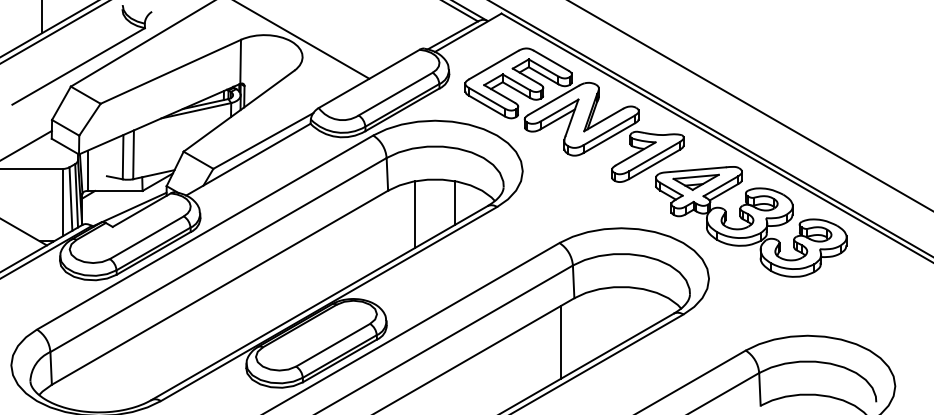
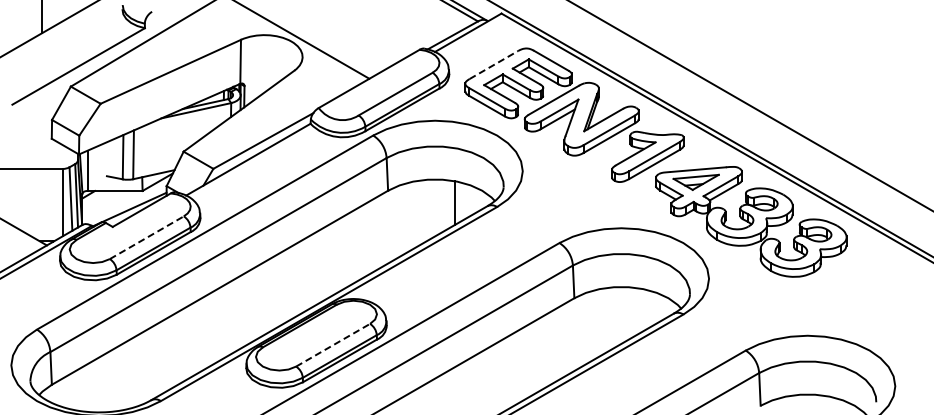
line at (54, 32): present -> none
line at (494, 64): solid -> dashed
line at (26, 144): present -> none
line at (415, 214): present -> none
line at (146, 237): solid -> dashed
line at (561, 341): present -> none
line at (333, 345): solid -> dashed
